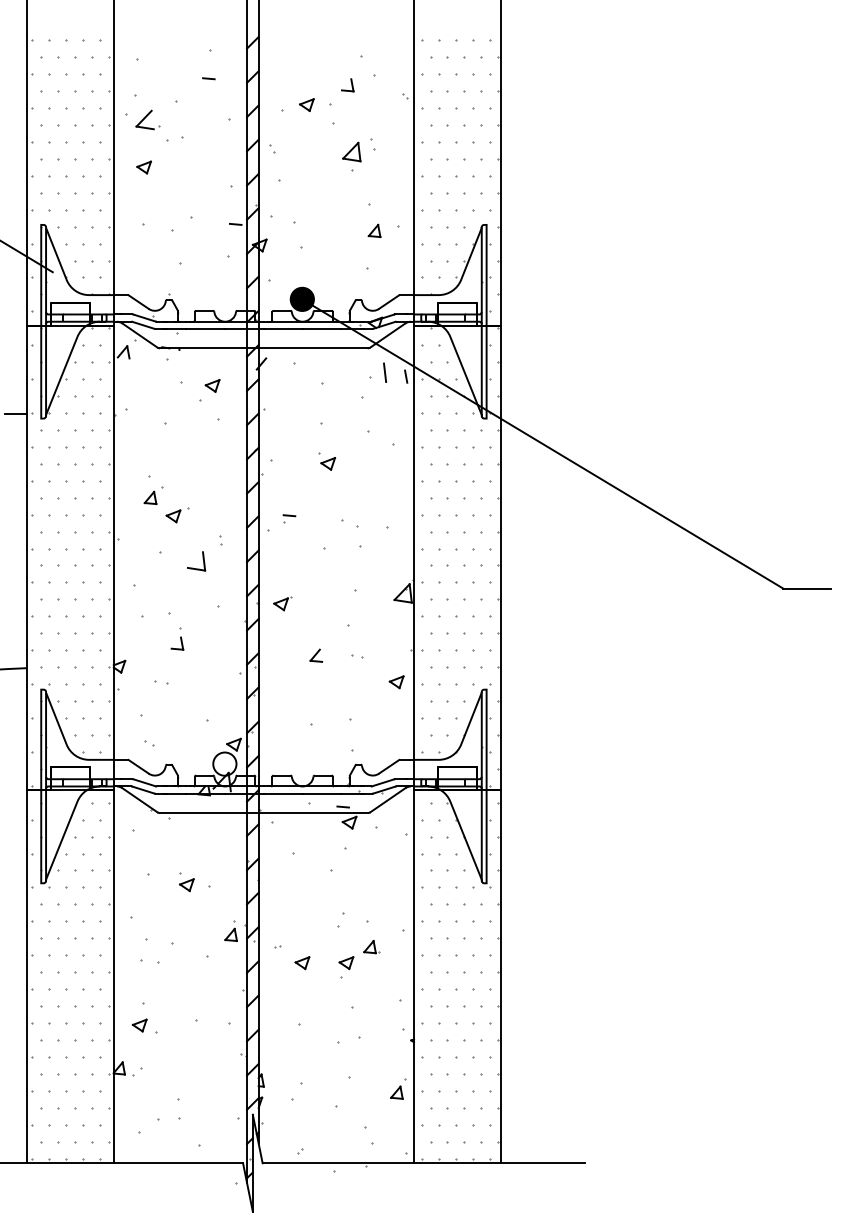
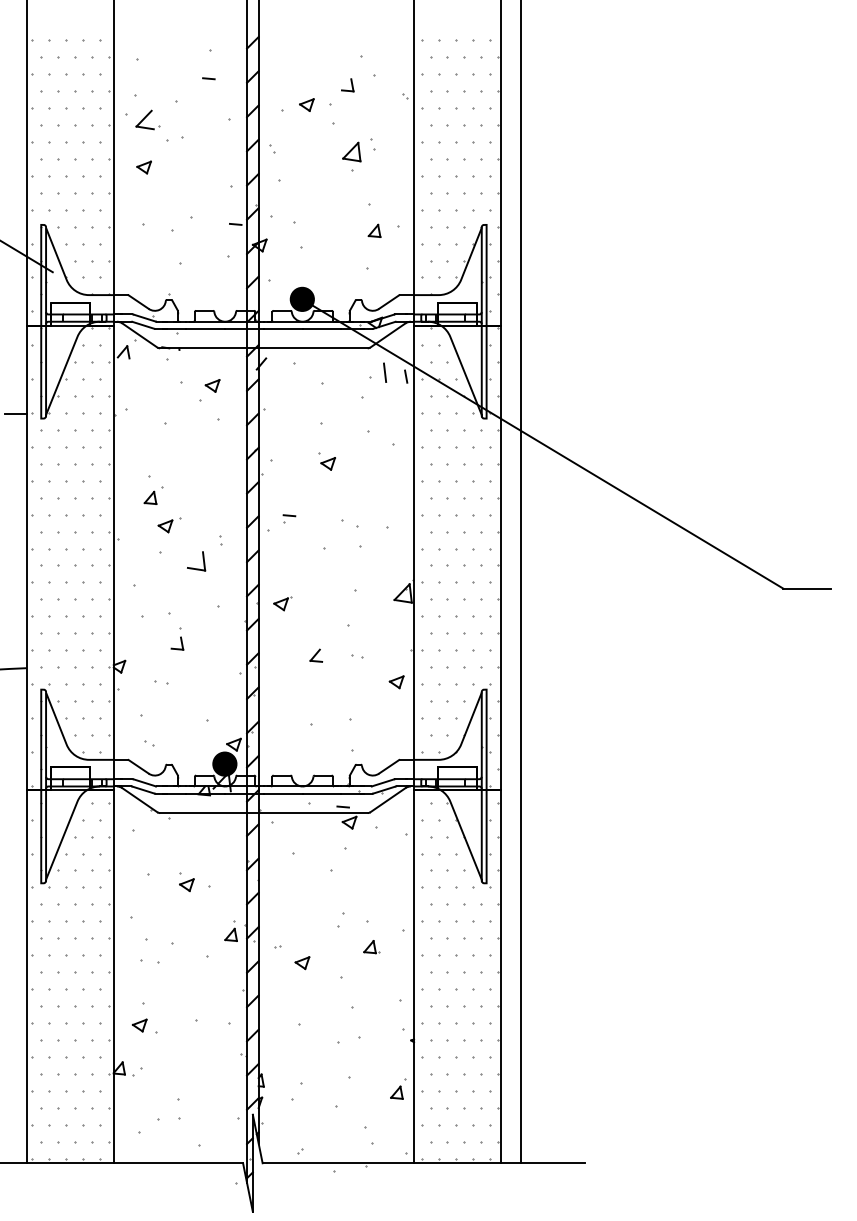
part at (177, 515) position: (177, 515) -> (169, 525)
line at (520, 582): none -> present
fill at (224, 763): none -> present
part at (346, 963): present -> none
